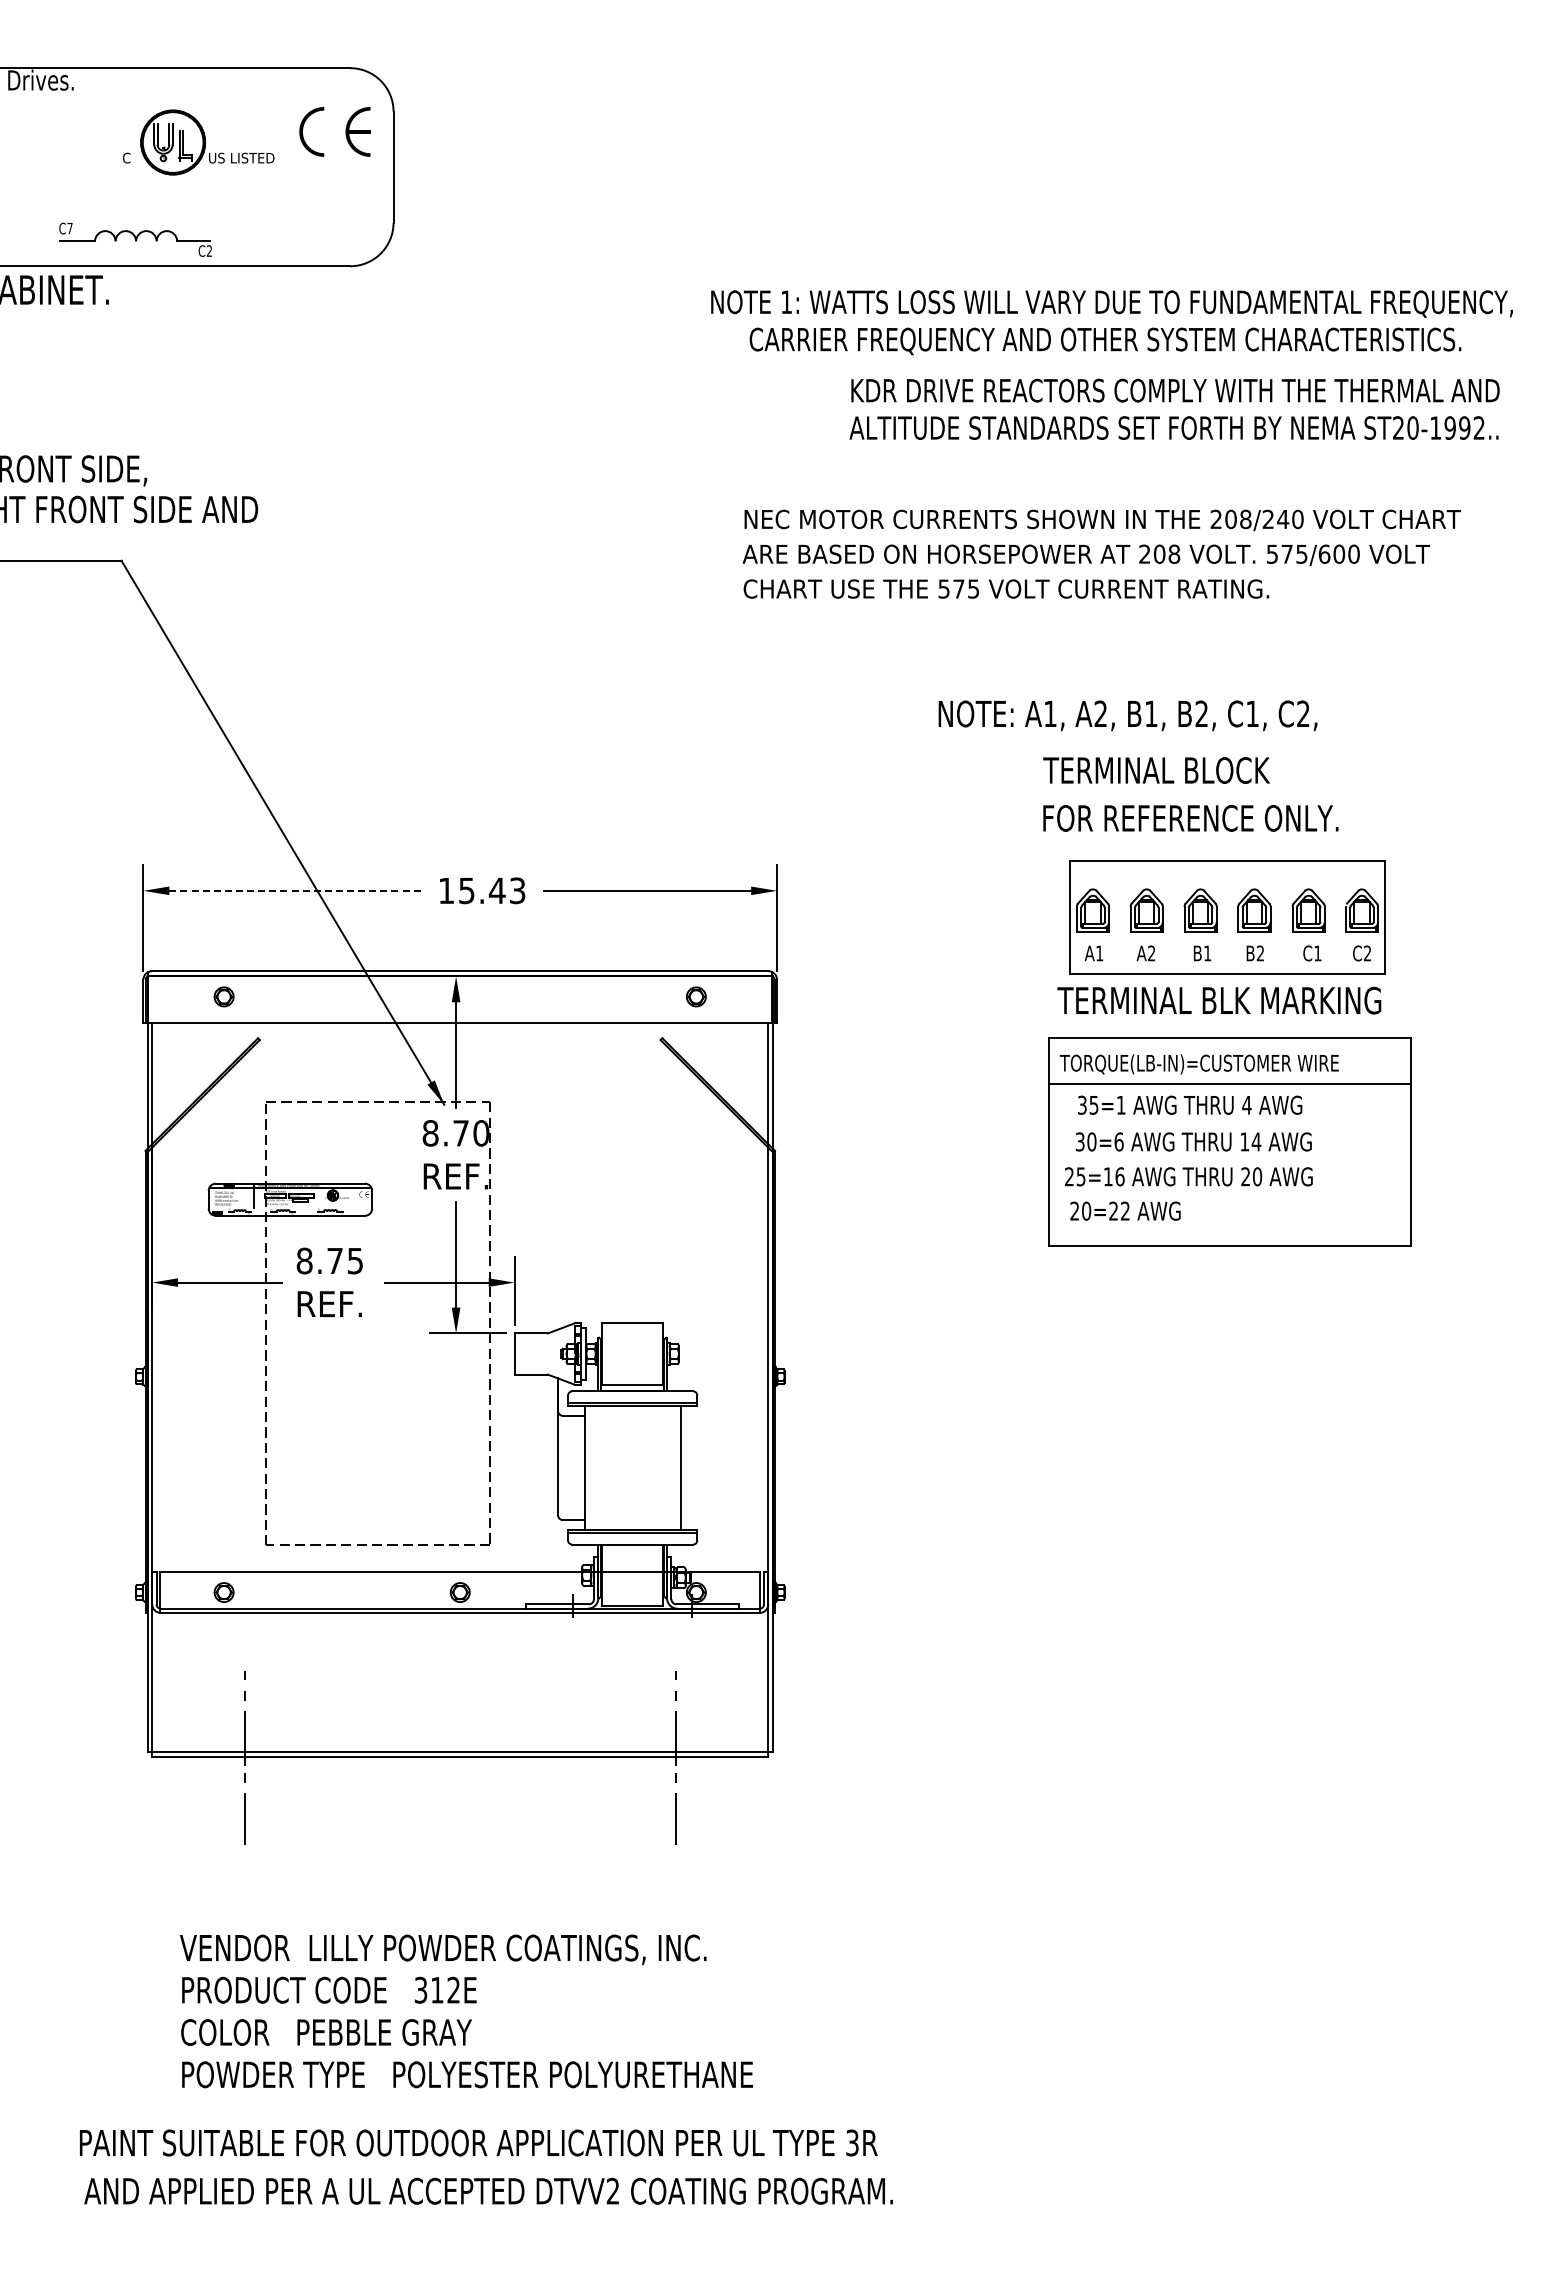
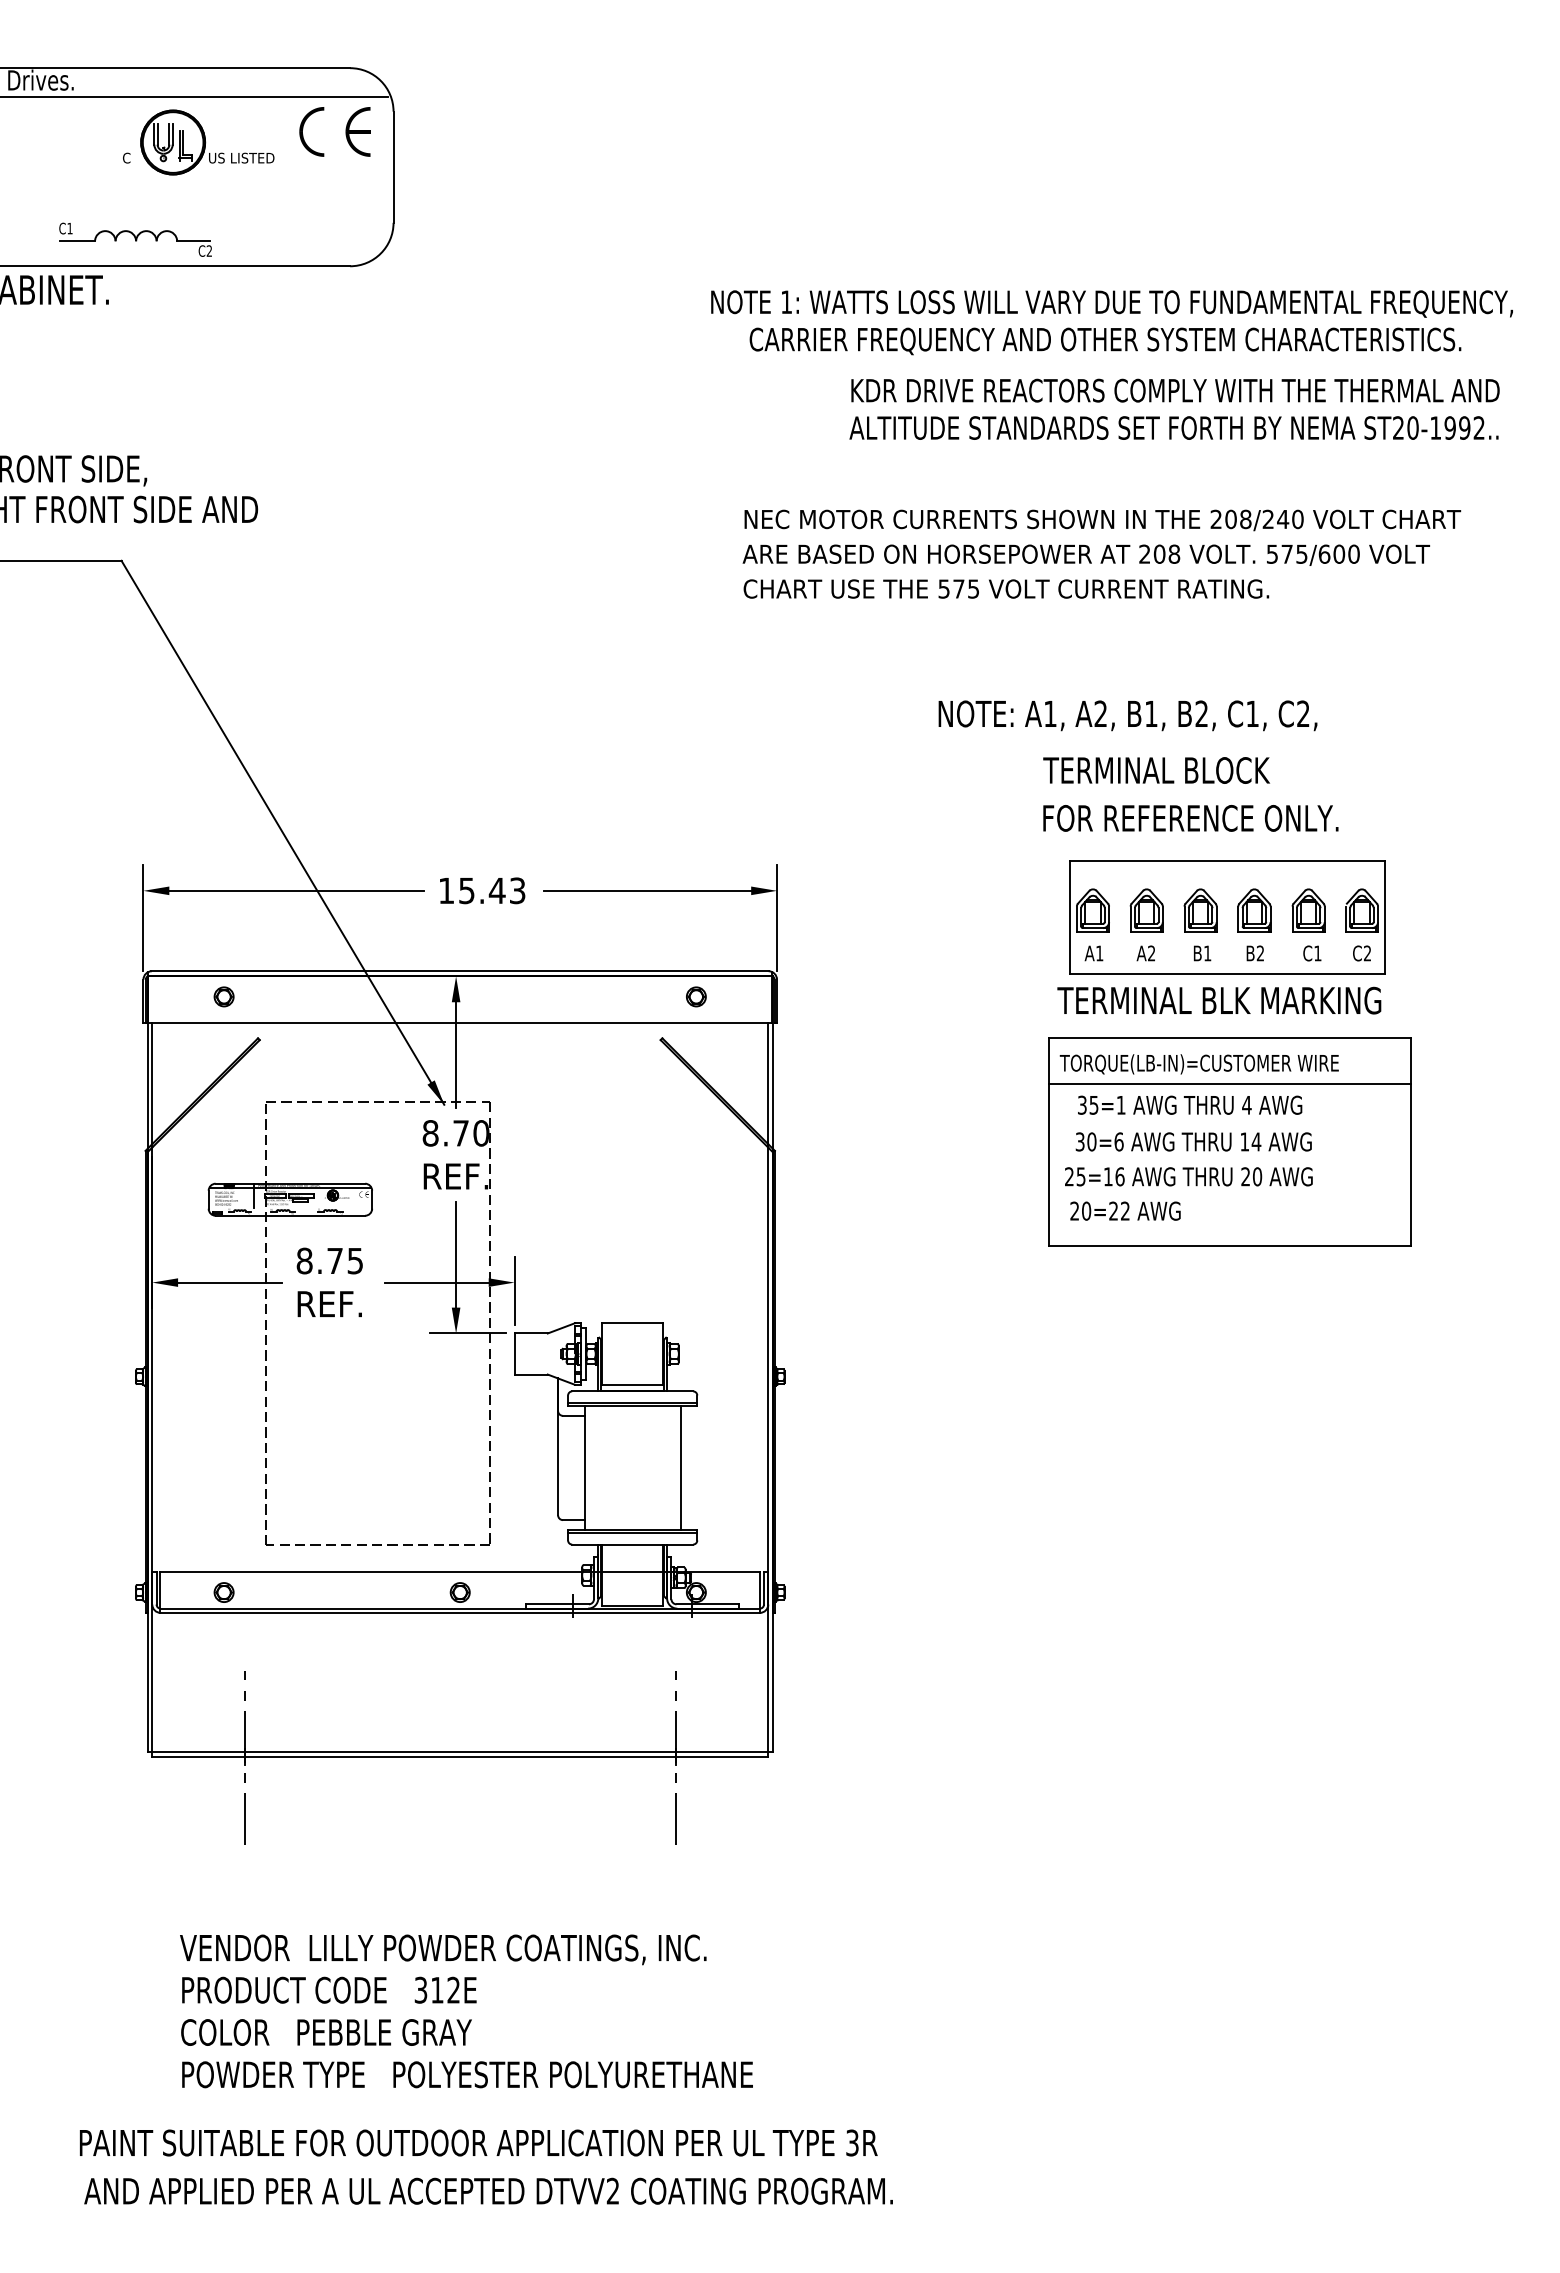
line at (195, 97): none -> present
text at (69, 228): C7 -> C1
line at (296, 890): dashed -> solid
